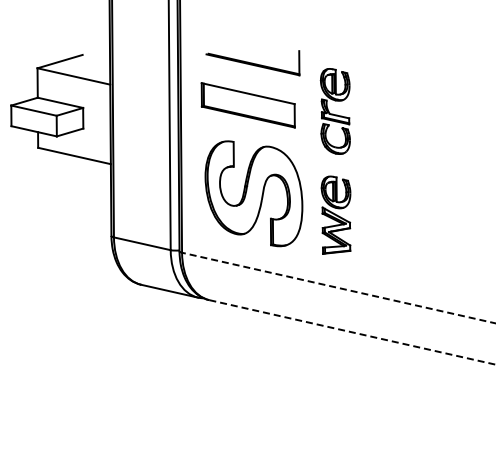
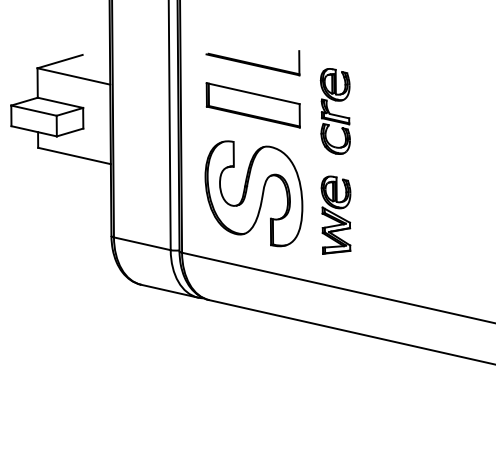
part at (247, 105) position: (247, 105) -> (252, 105)
line at (338, 287): dashed -> solid
line at (352, 332): dashed -> solid
